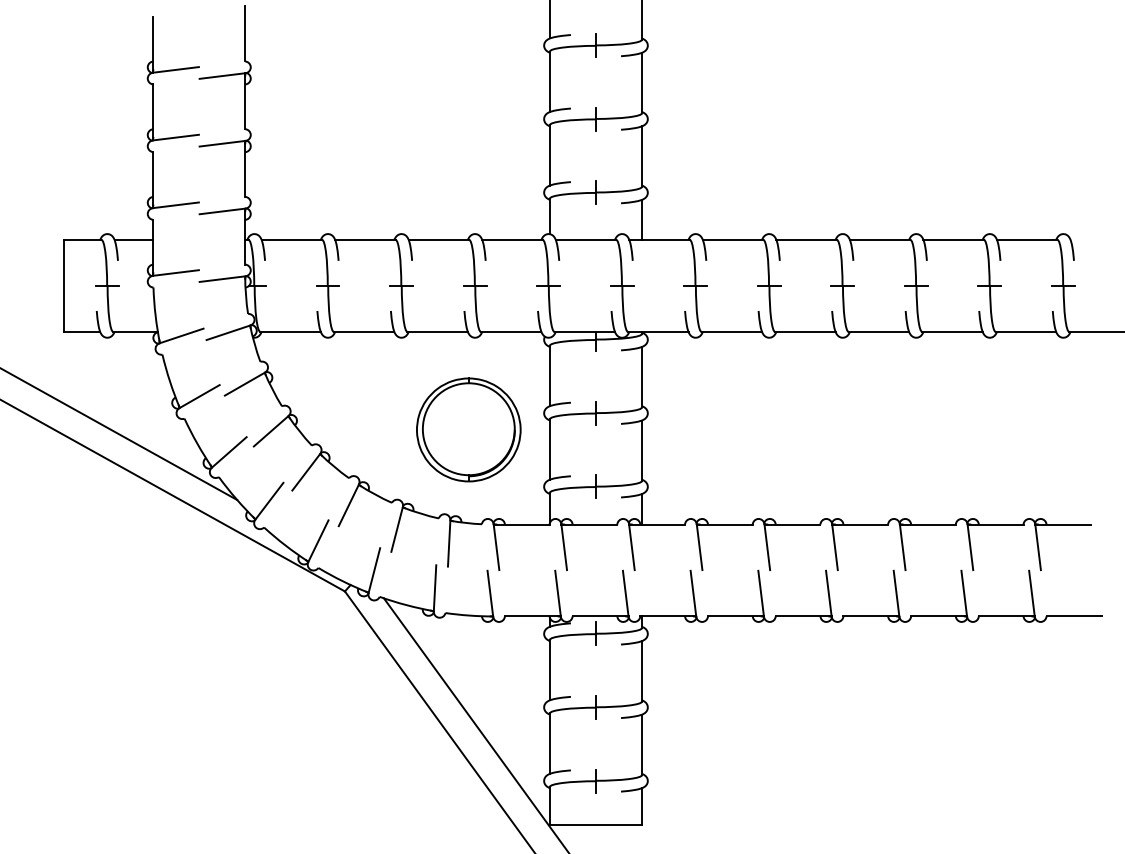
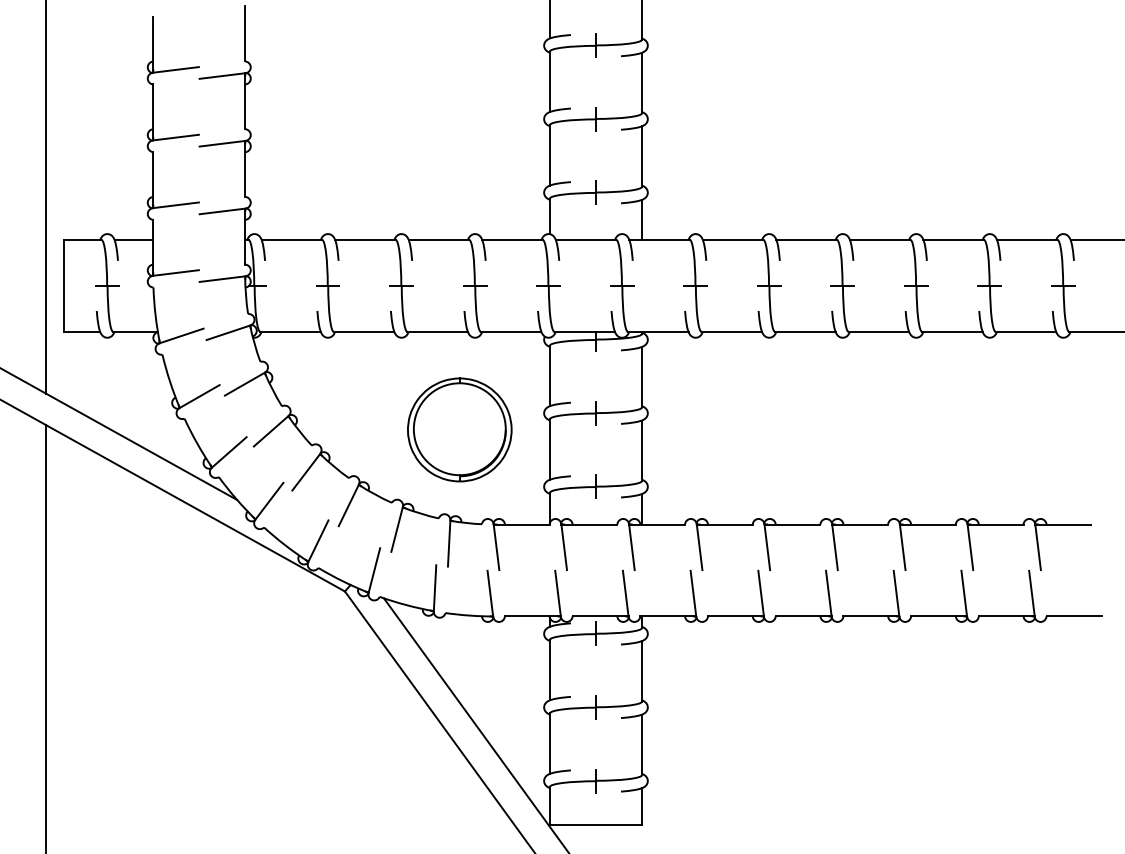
line at (46, 197): none -> present
line at (1095, 239): none -> present
part at (468, 429) position: (468, 429) -> (459, 429)
line at (46, 637): none -> present
